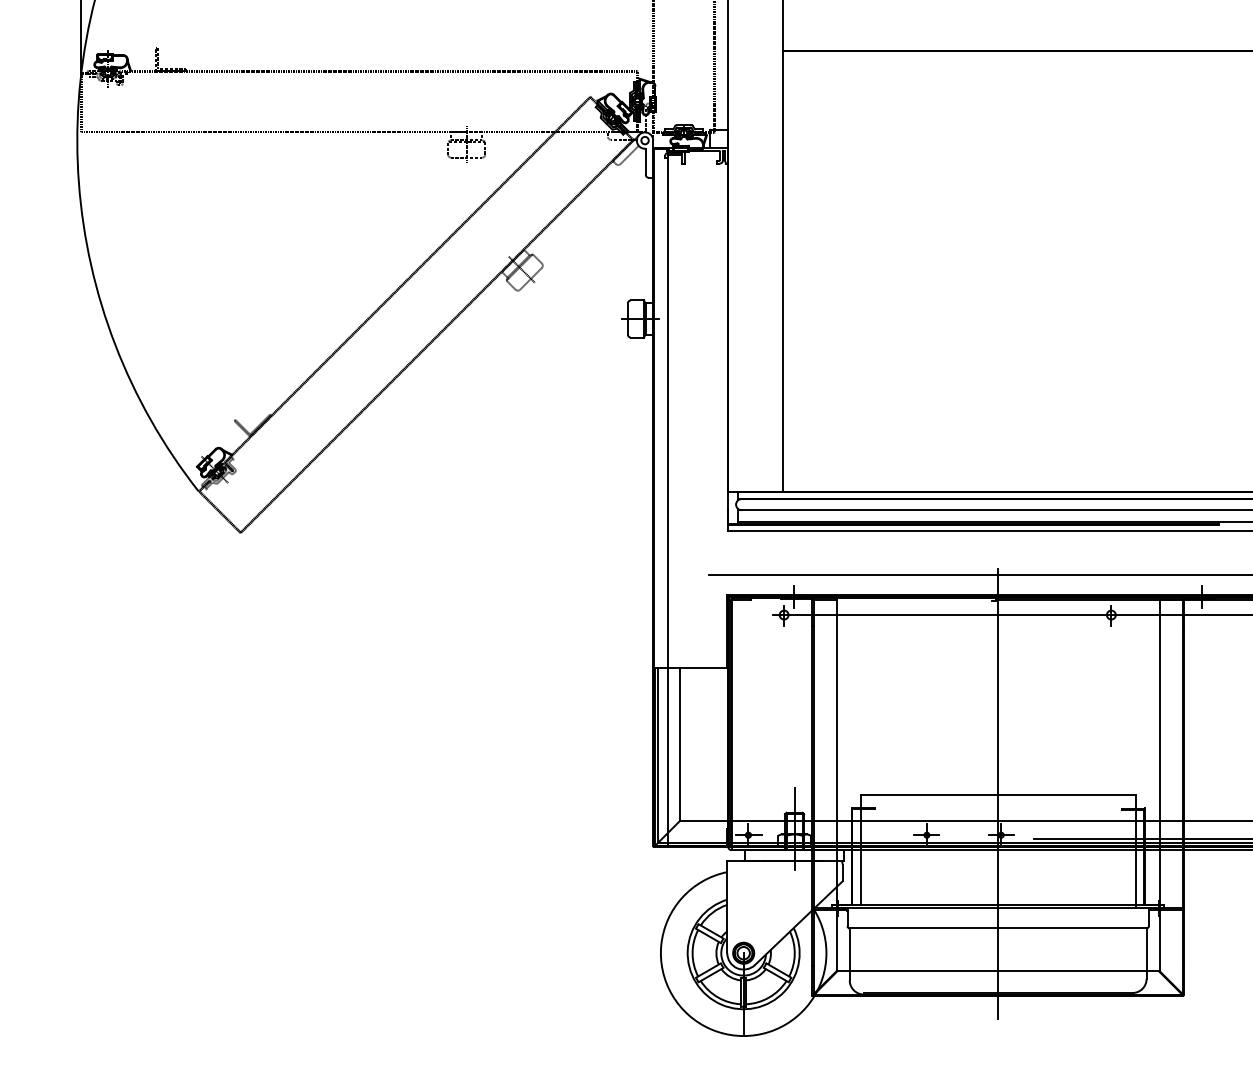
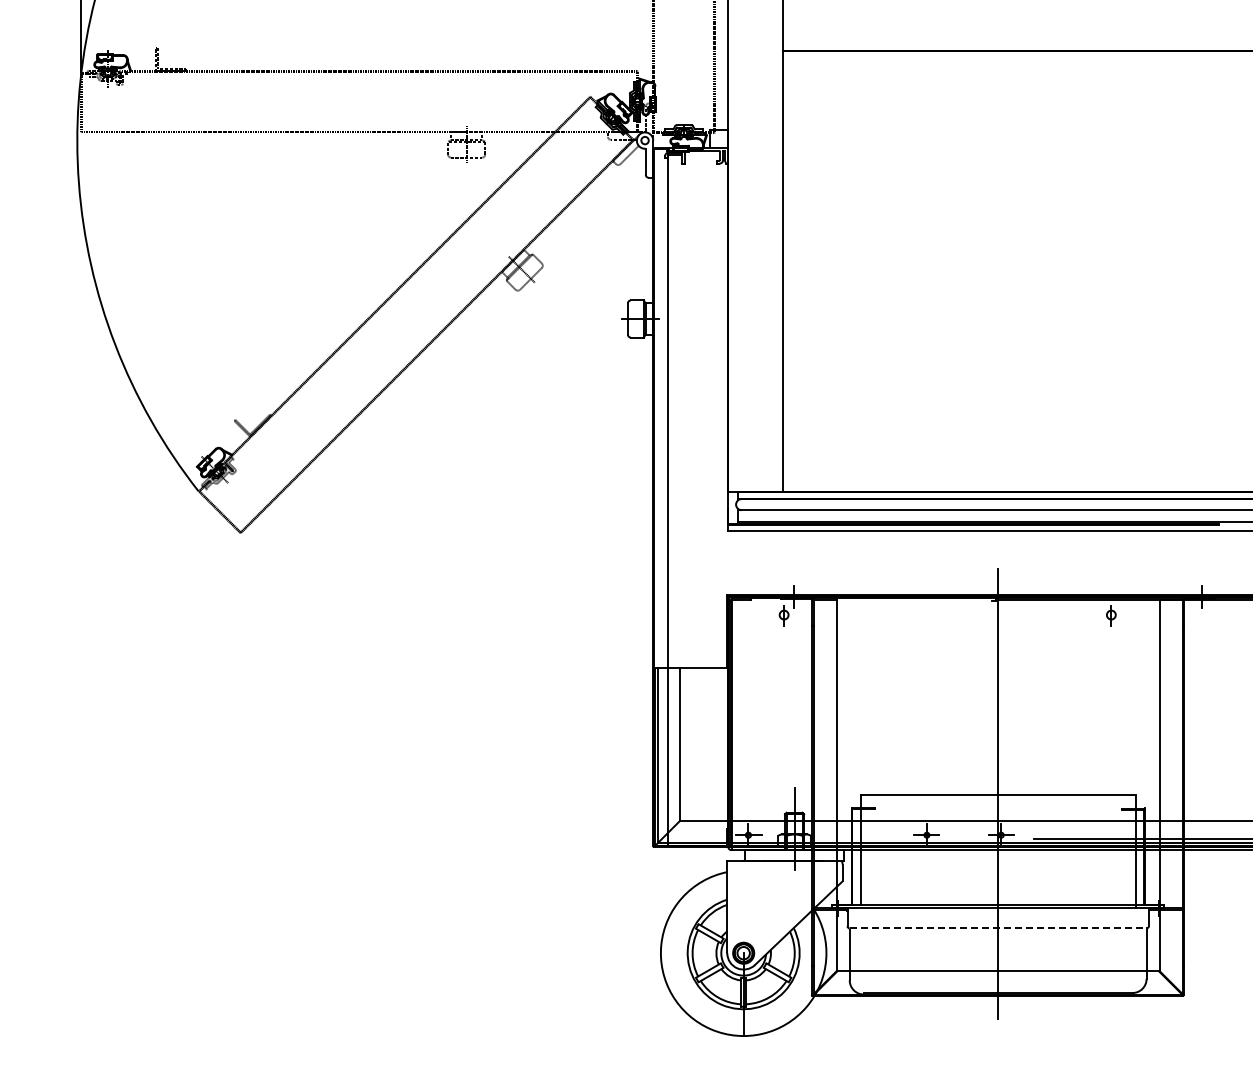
line at (979, 574): present -> none
line at (1010, 615): present -> none
line at (998, 928): solid -> dashed
